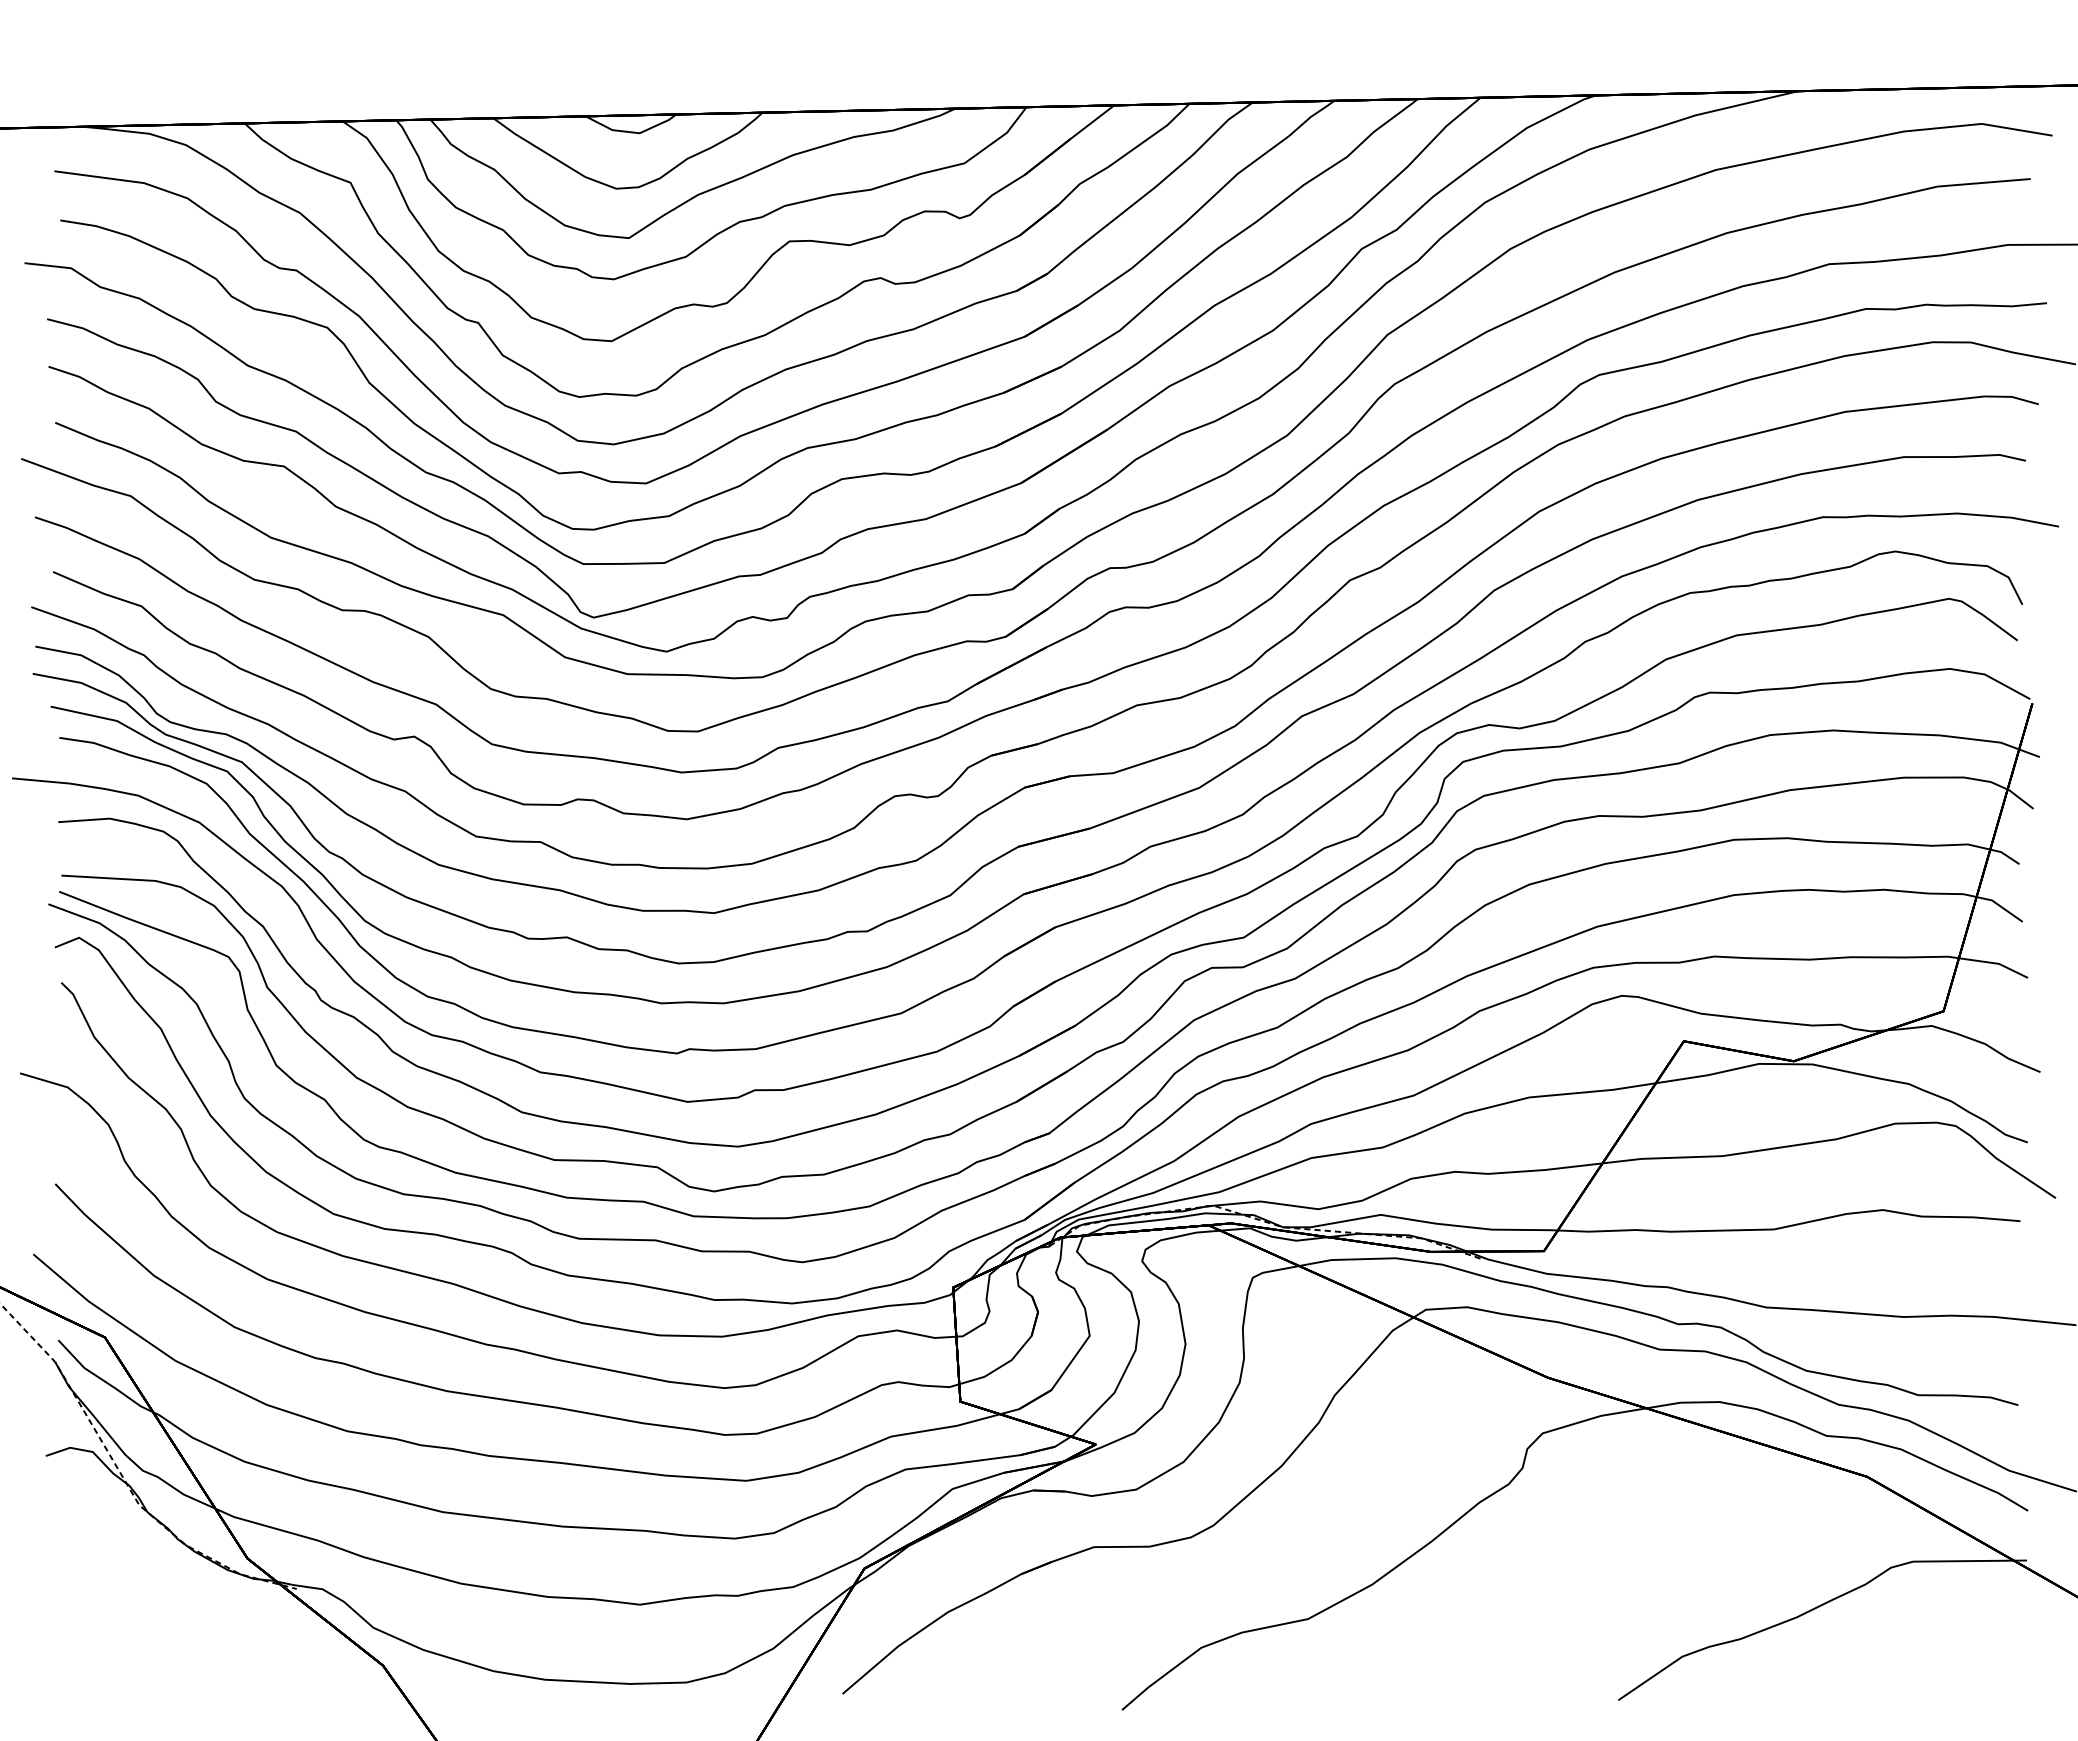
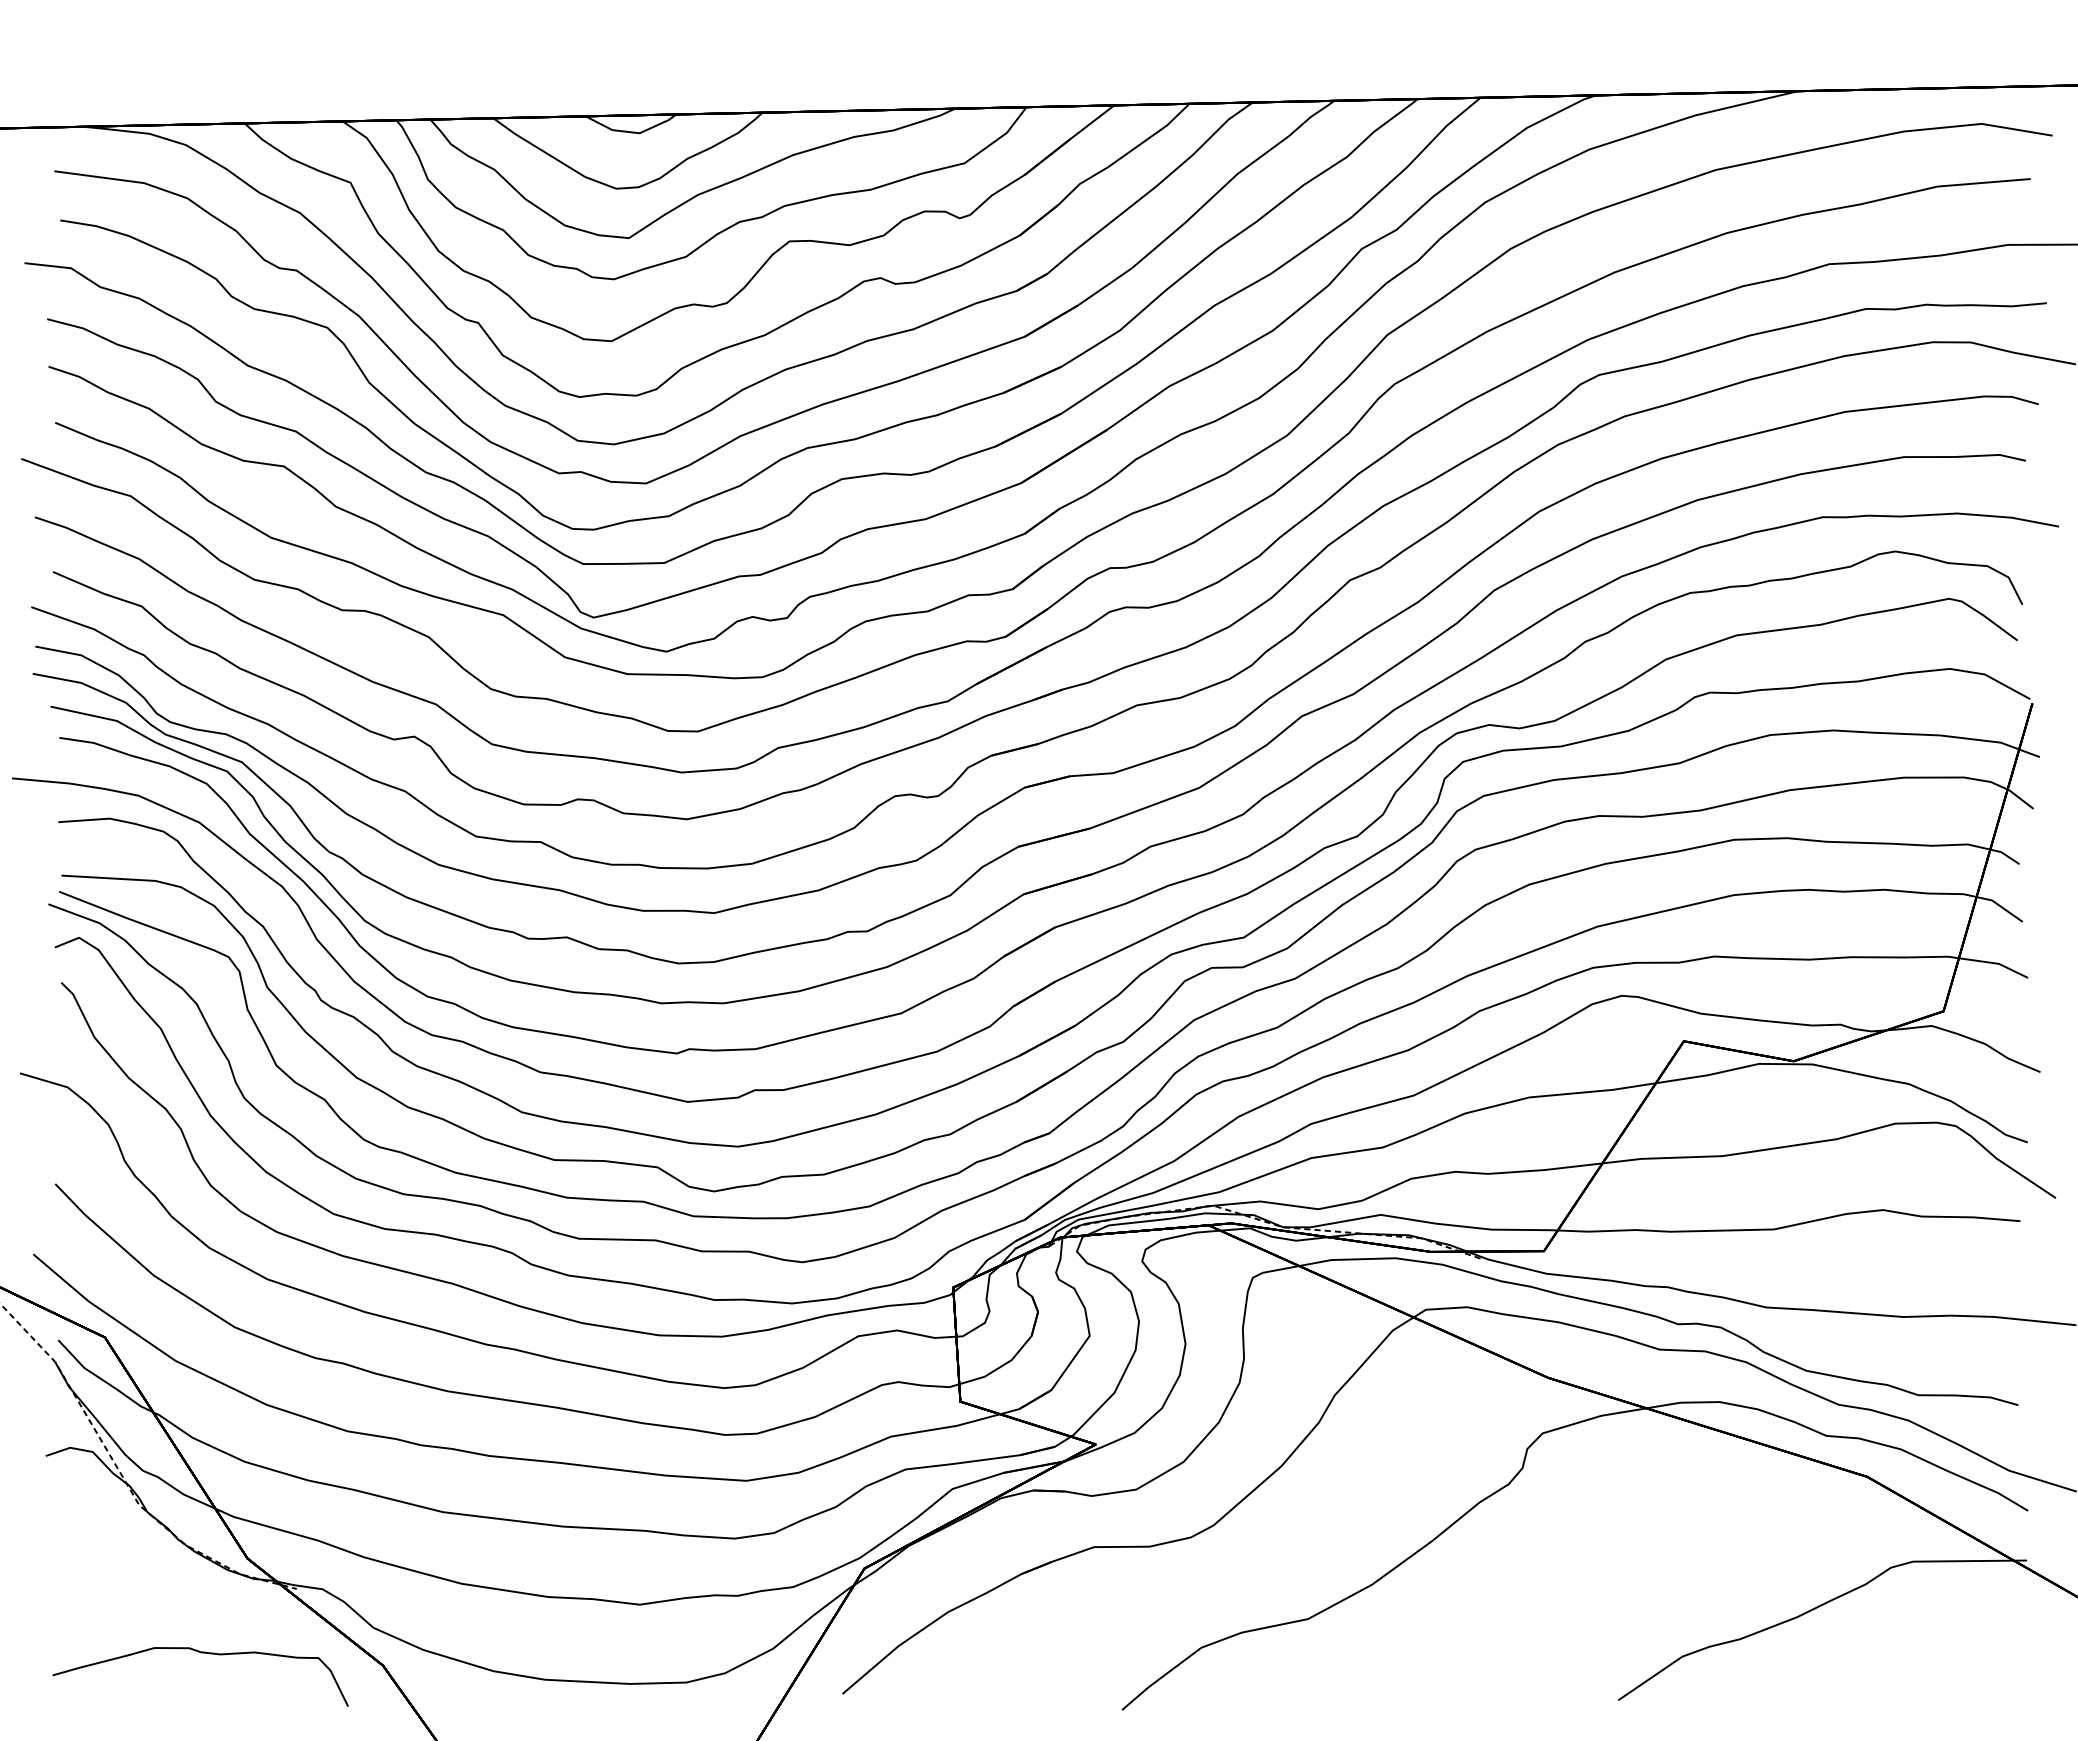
curve at (201, 1653): none -> present
